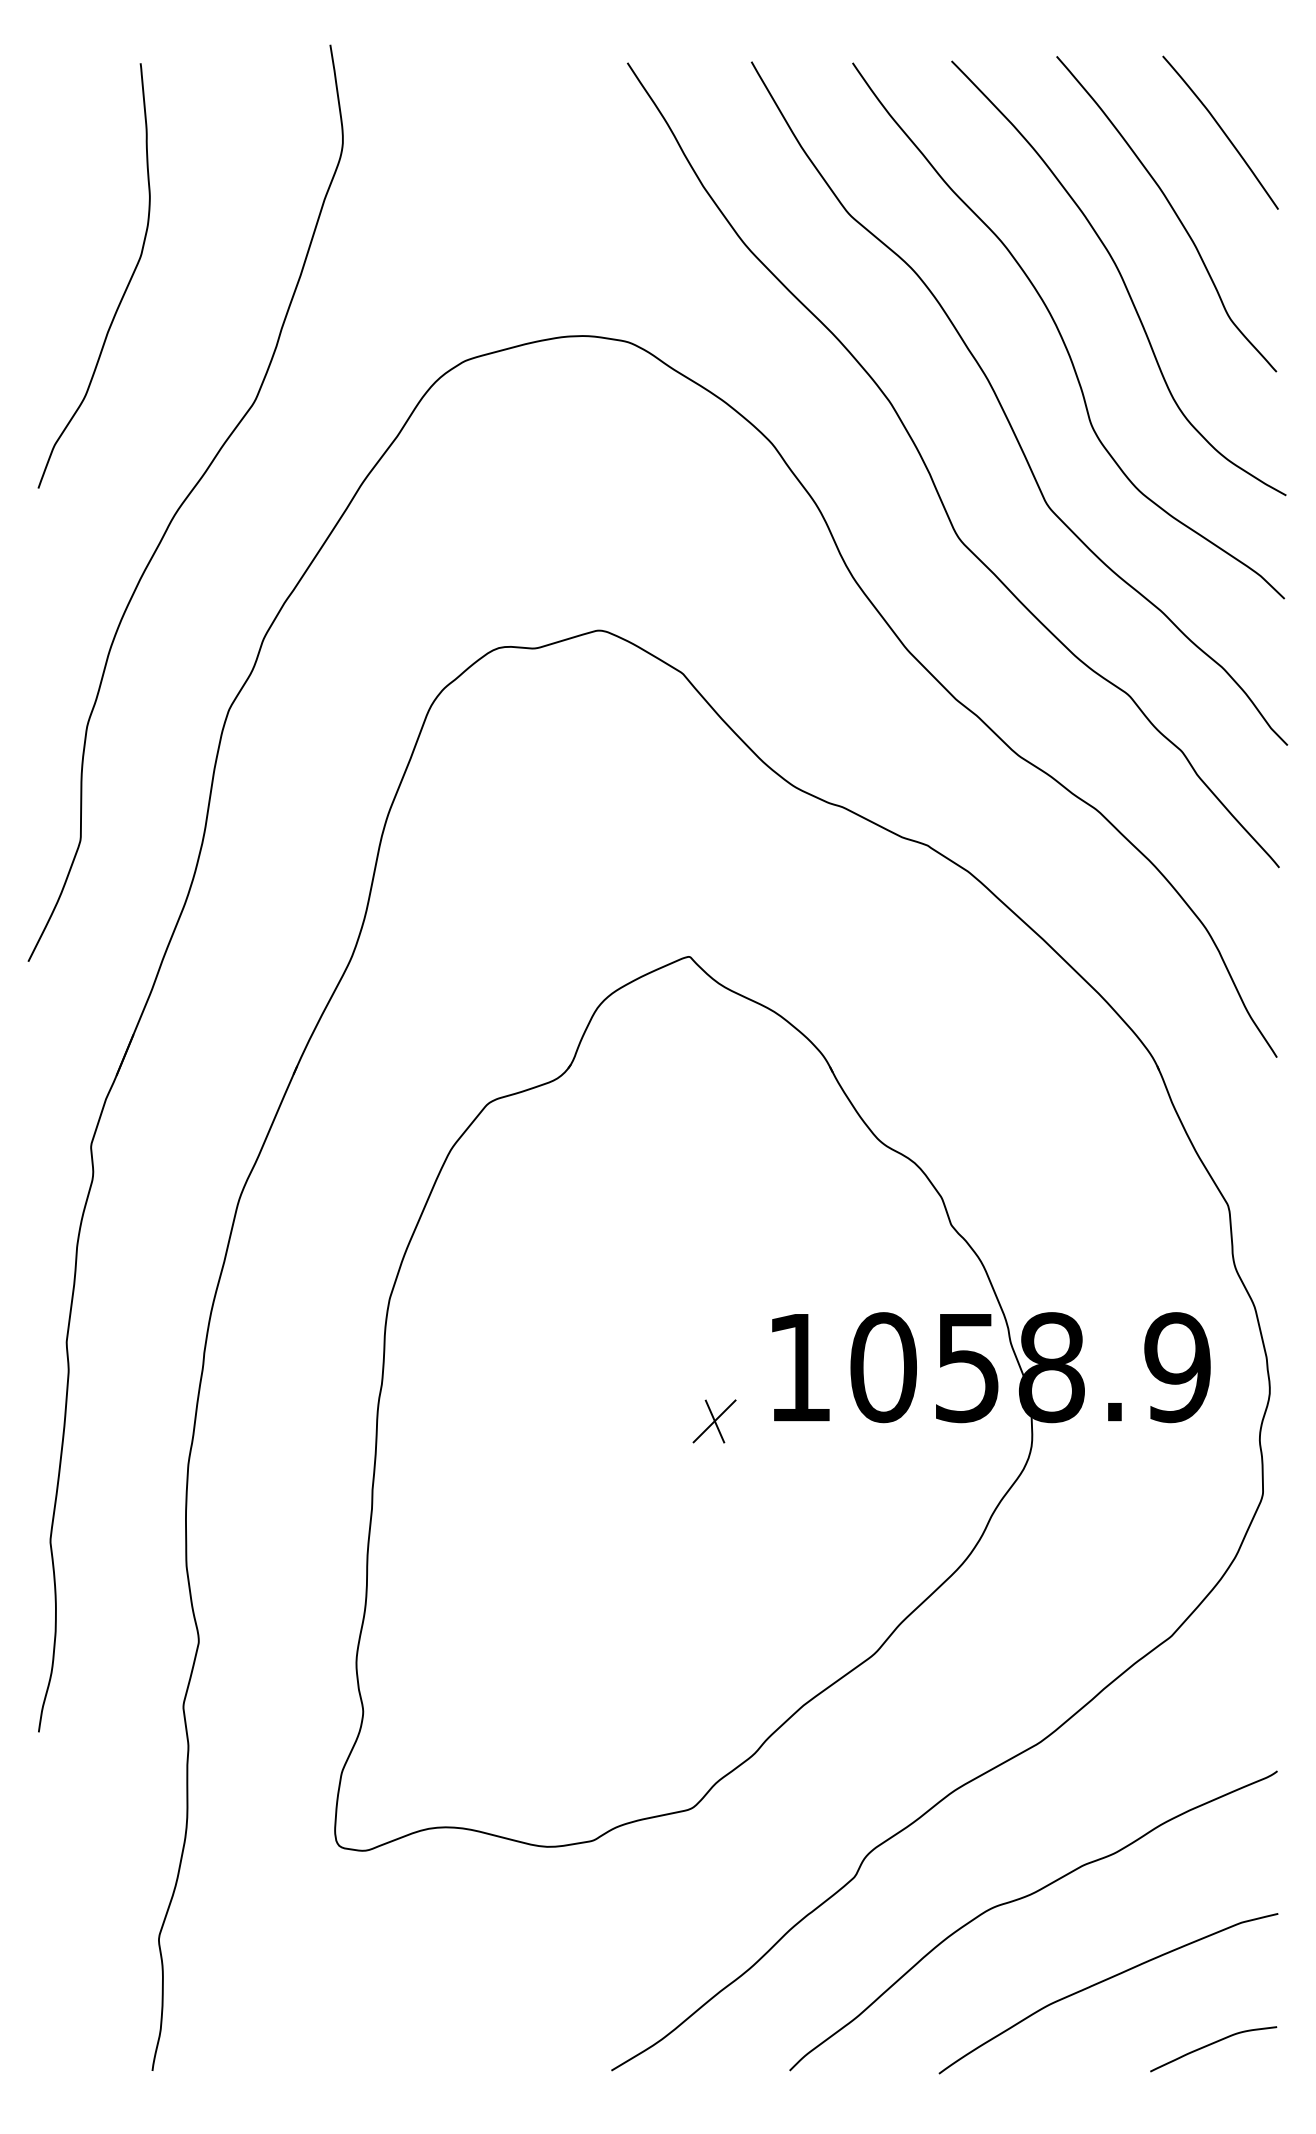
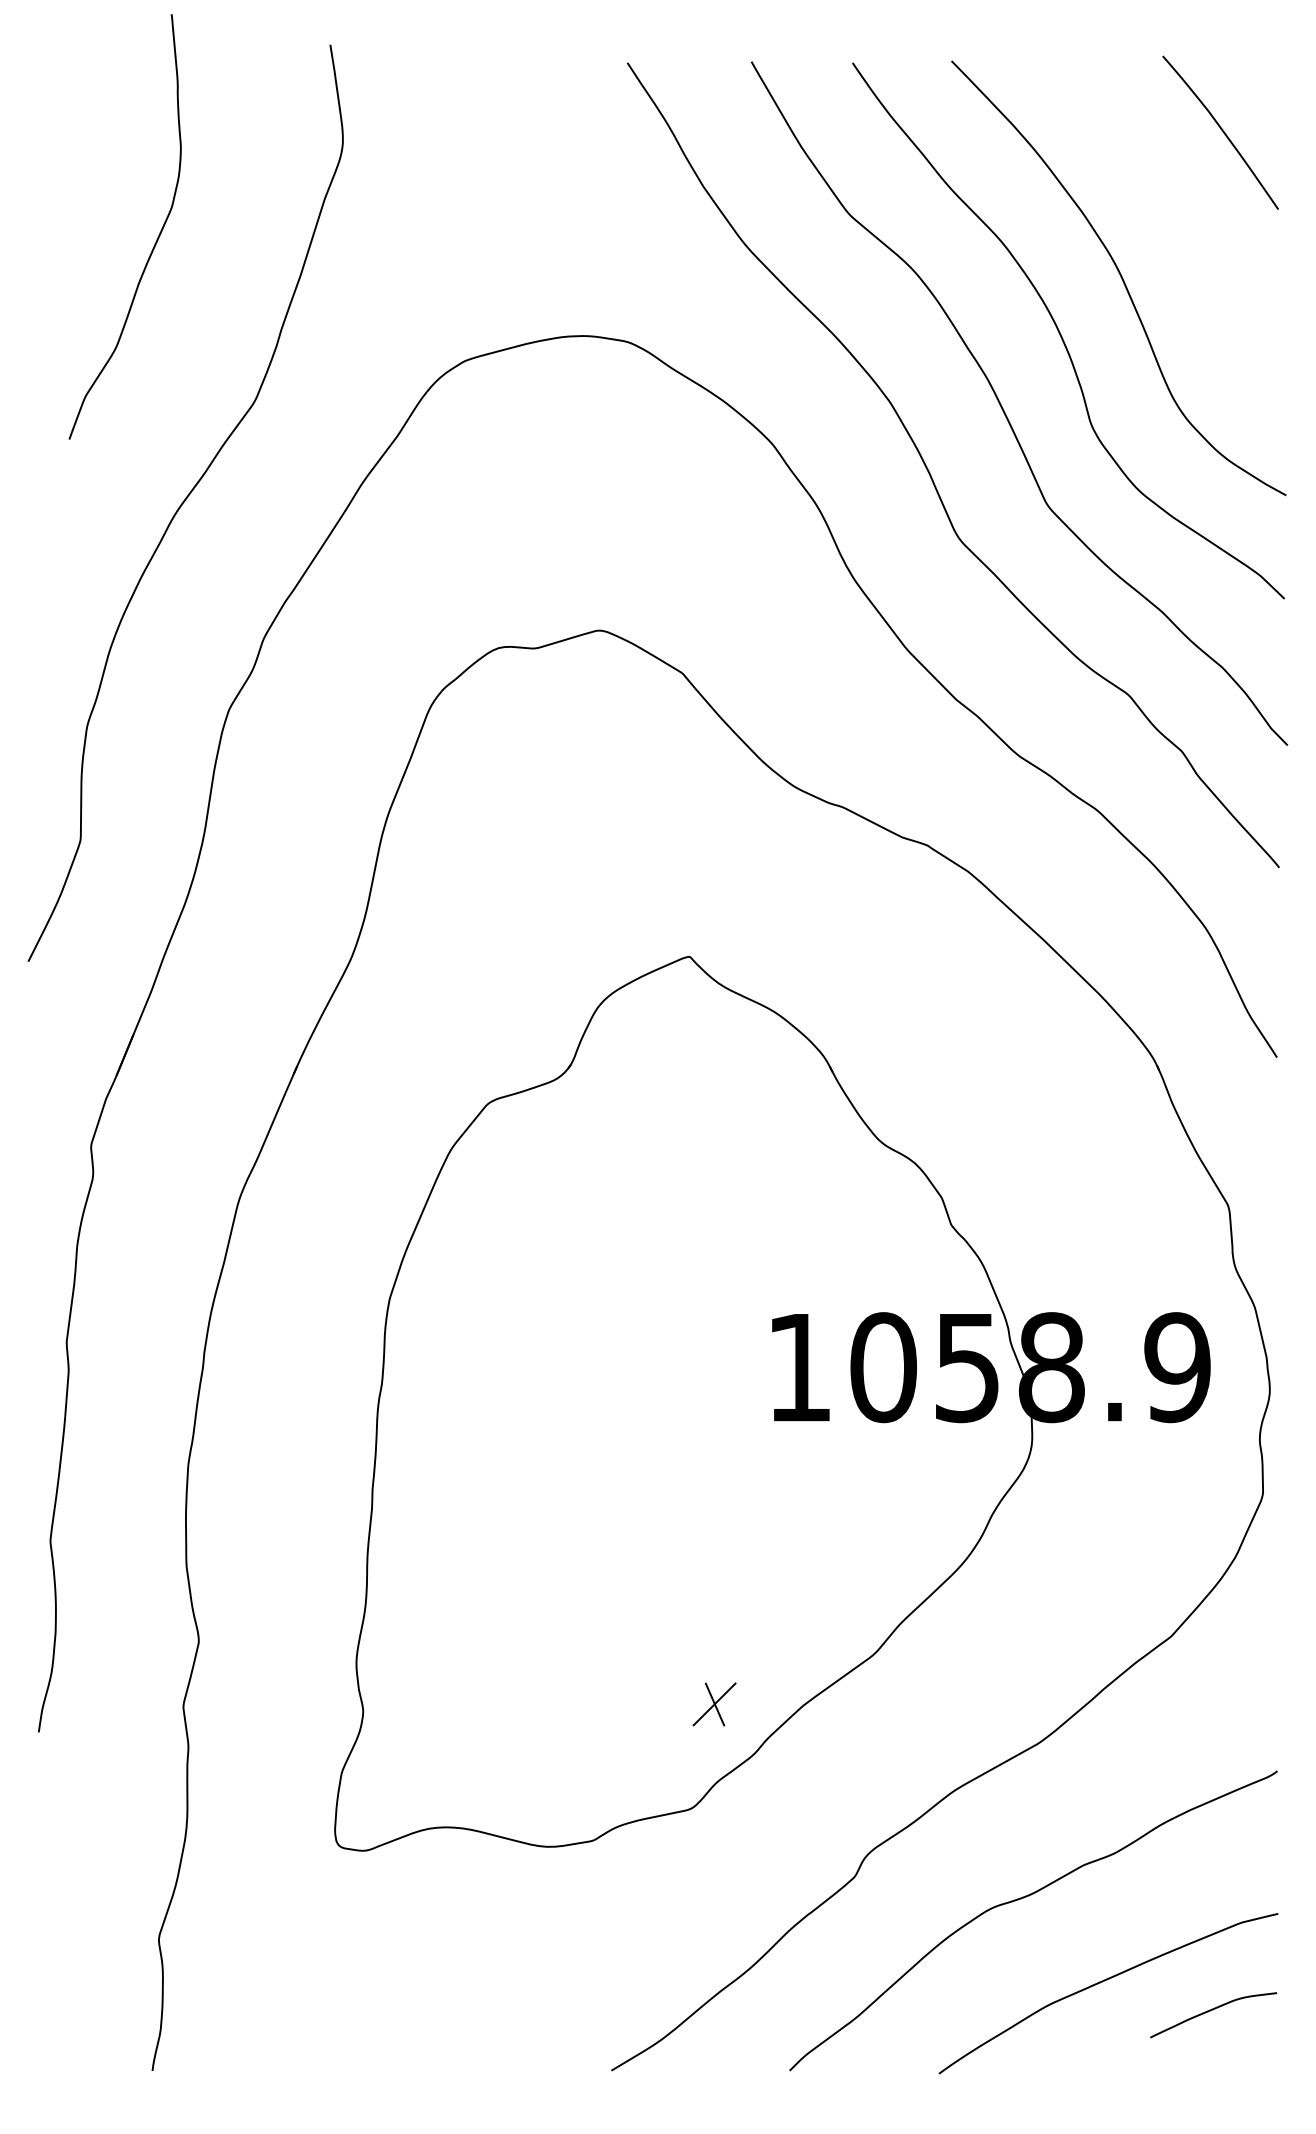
curve at (1172, 210): present -> none
curve at (124, 290) position: (124, 290) -> (155, 241)
part at (714, 1421) position: (714, 1421) -> (714, 1704)
curve at (1213, 2044) position: (1213, 2044) -> (1213, 2010)
